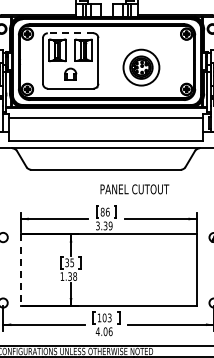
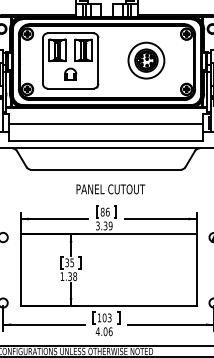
line at (70, 33): dashed -> solid
part at (141, 67) position: (141, 67) -> (146, 60)
line at (105, 117) position: (105, 117) -> (105, 123)
text at (134, 189) position: (134, 189) -> (110, 189)
line at (20, 270): dashed -> solid
